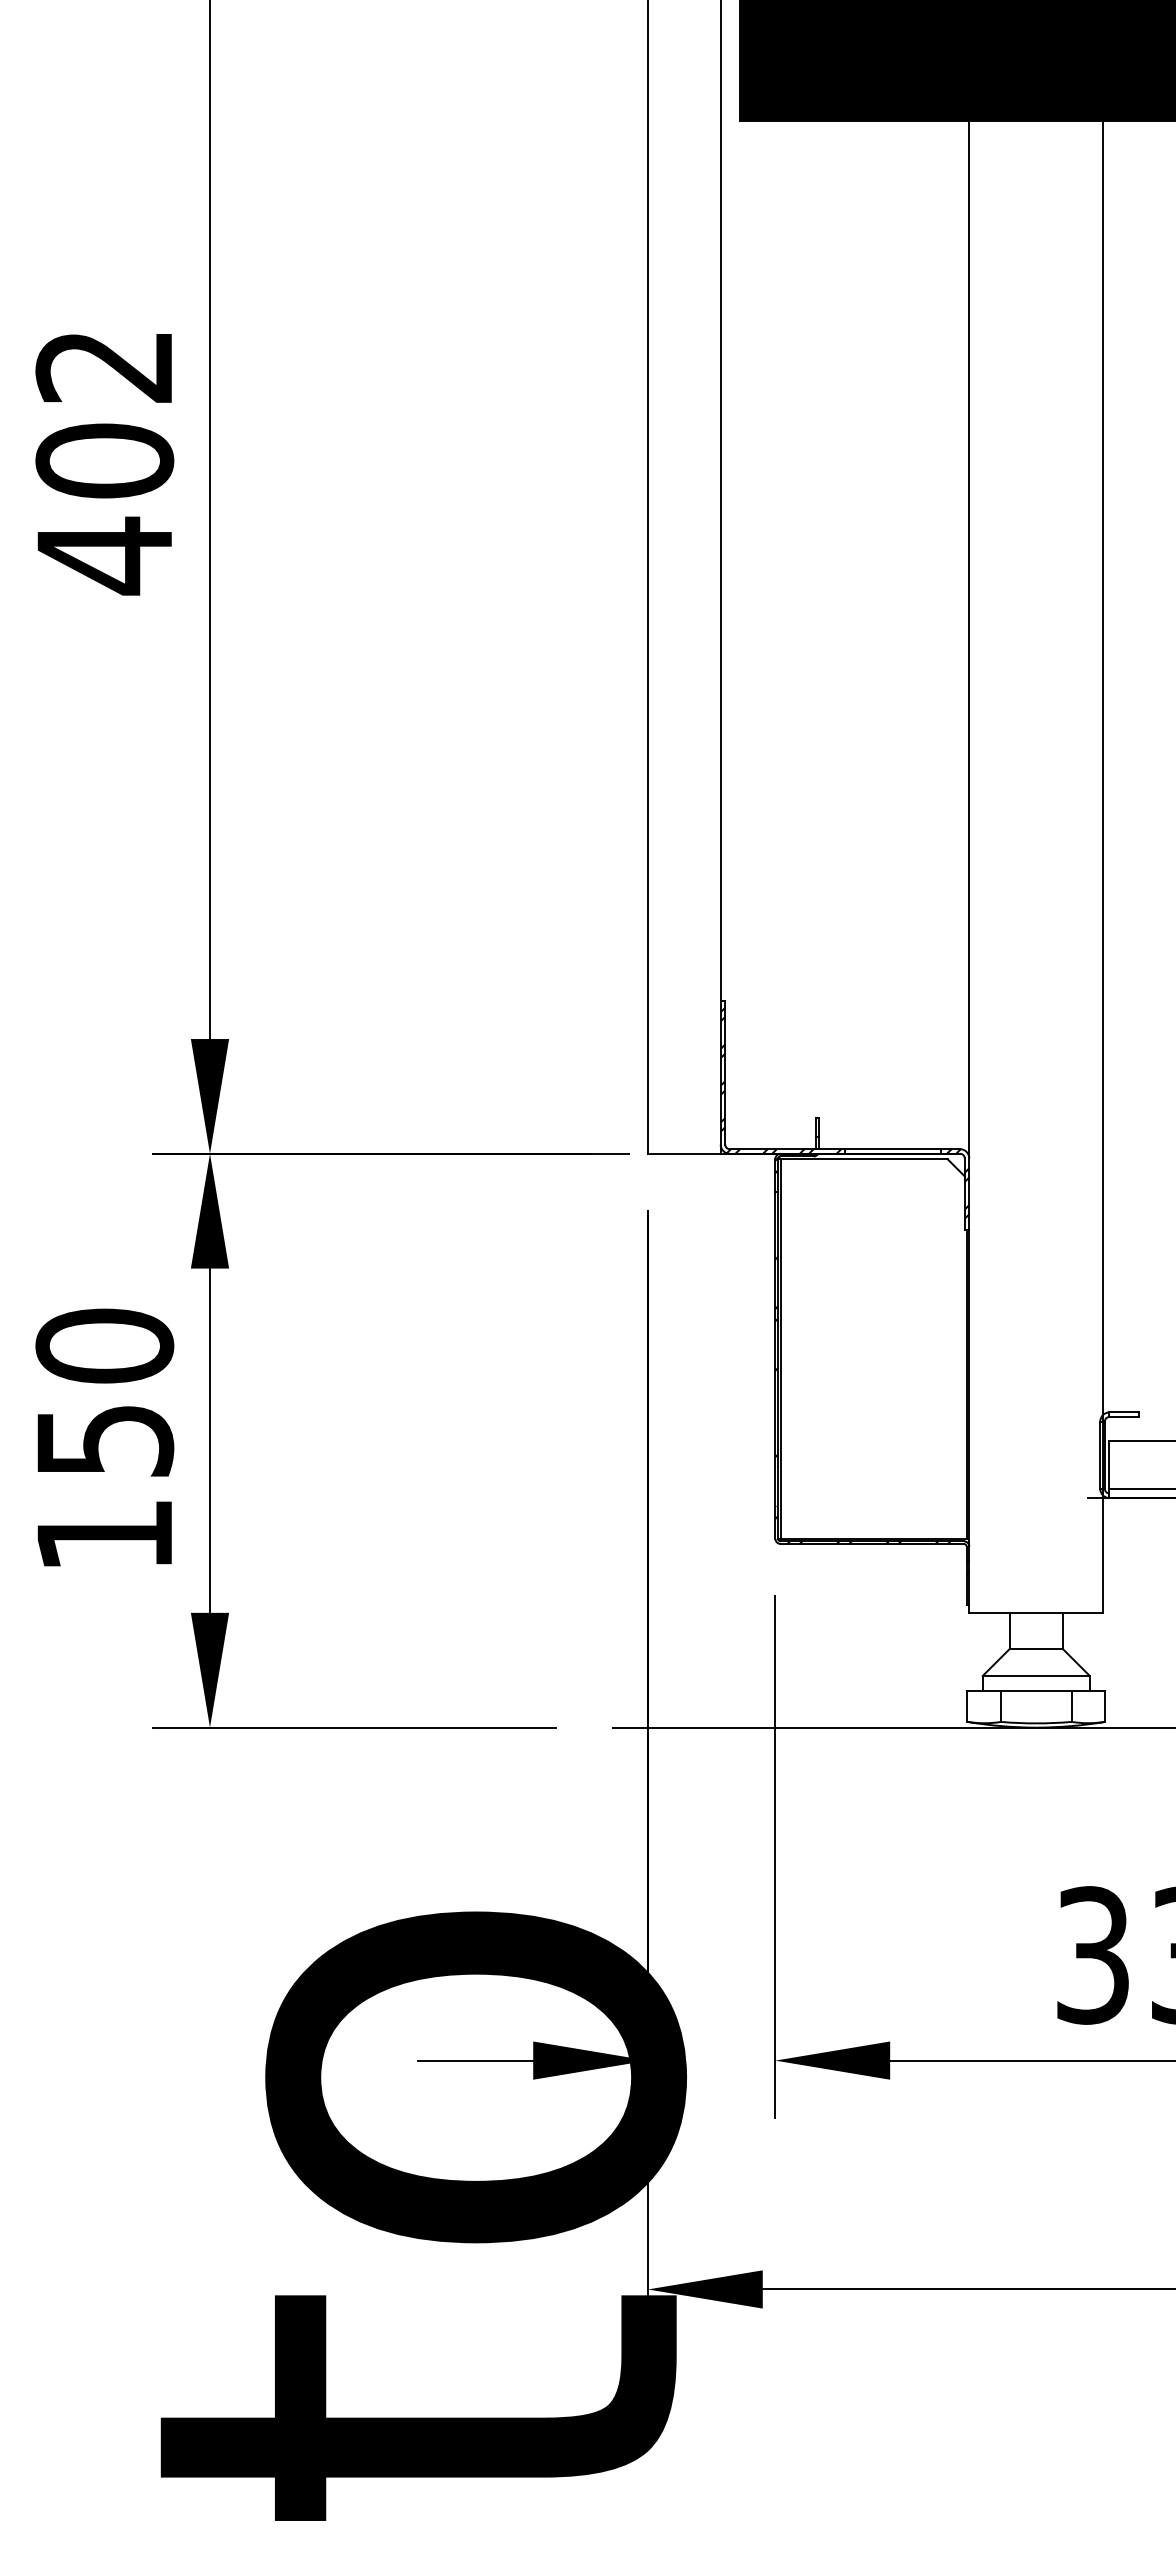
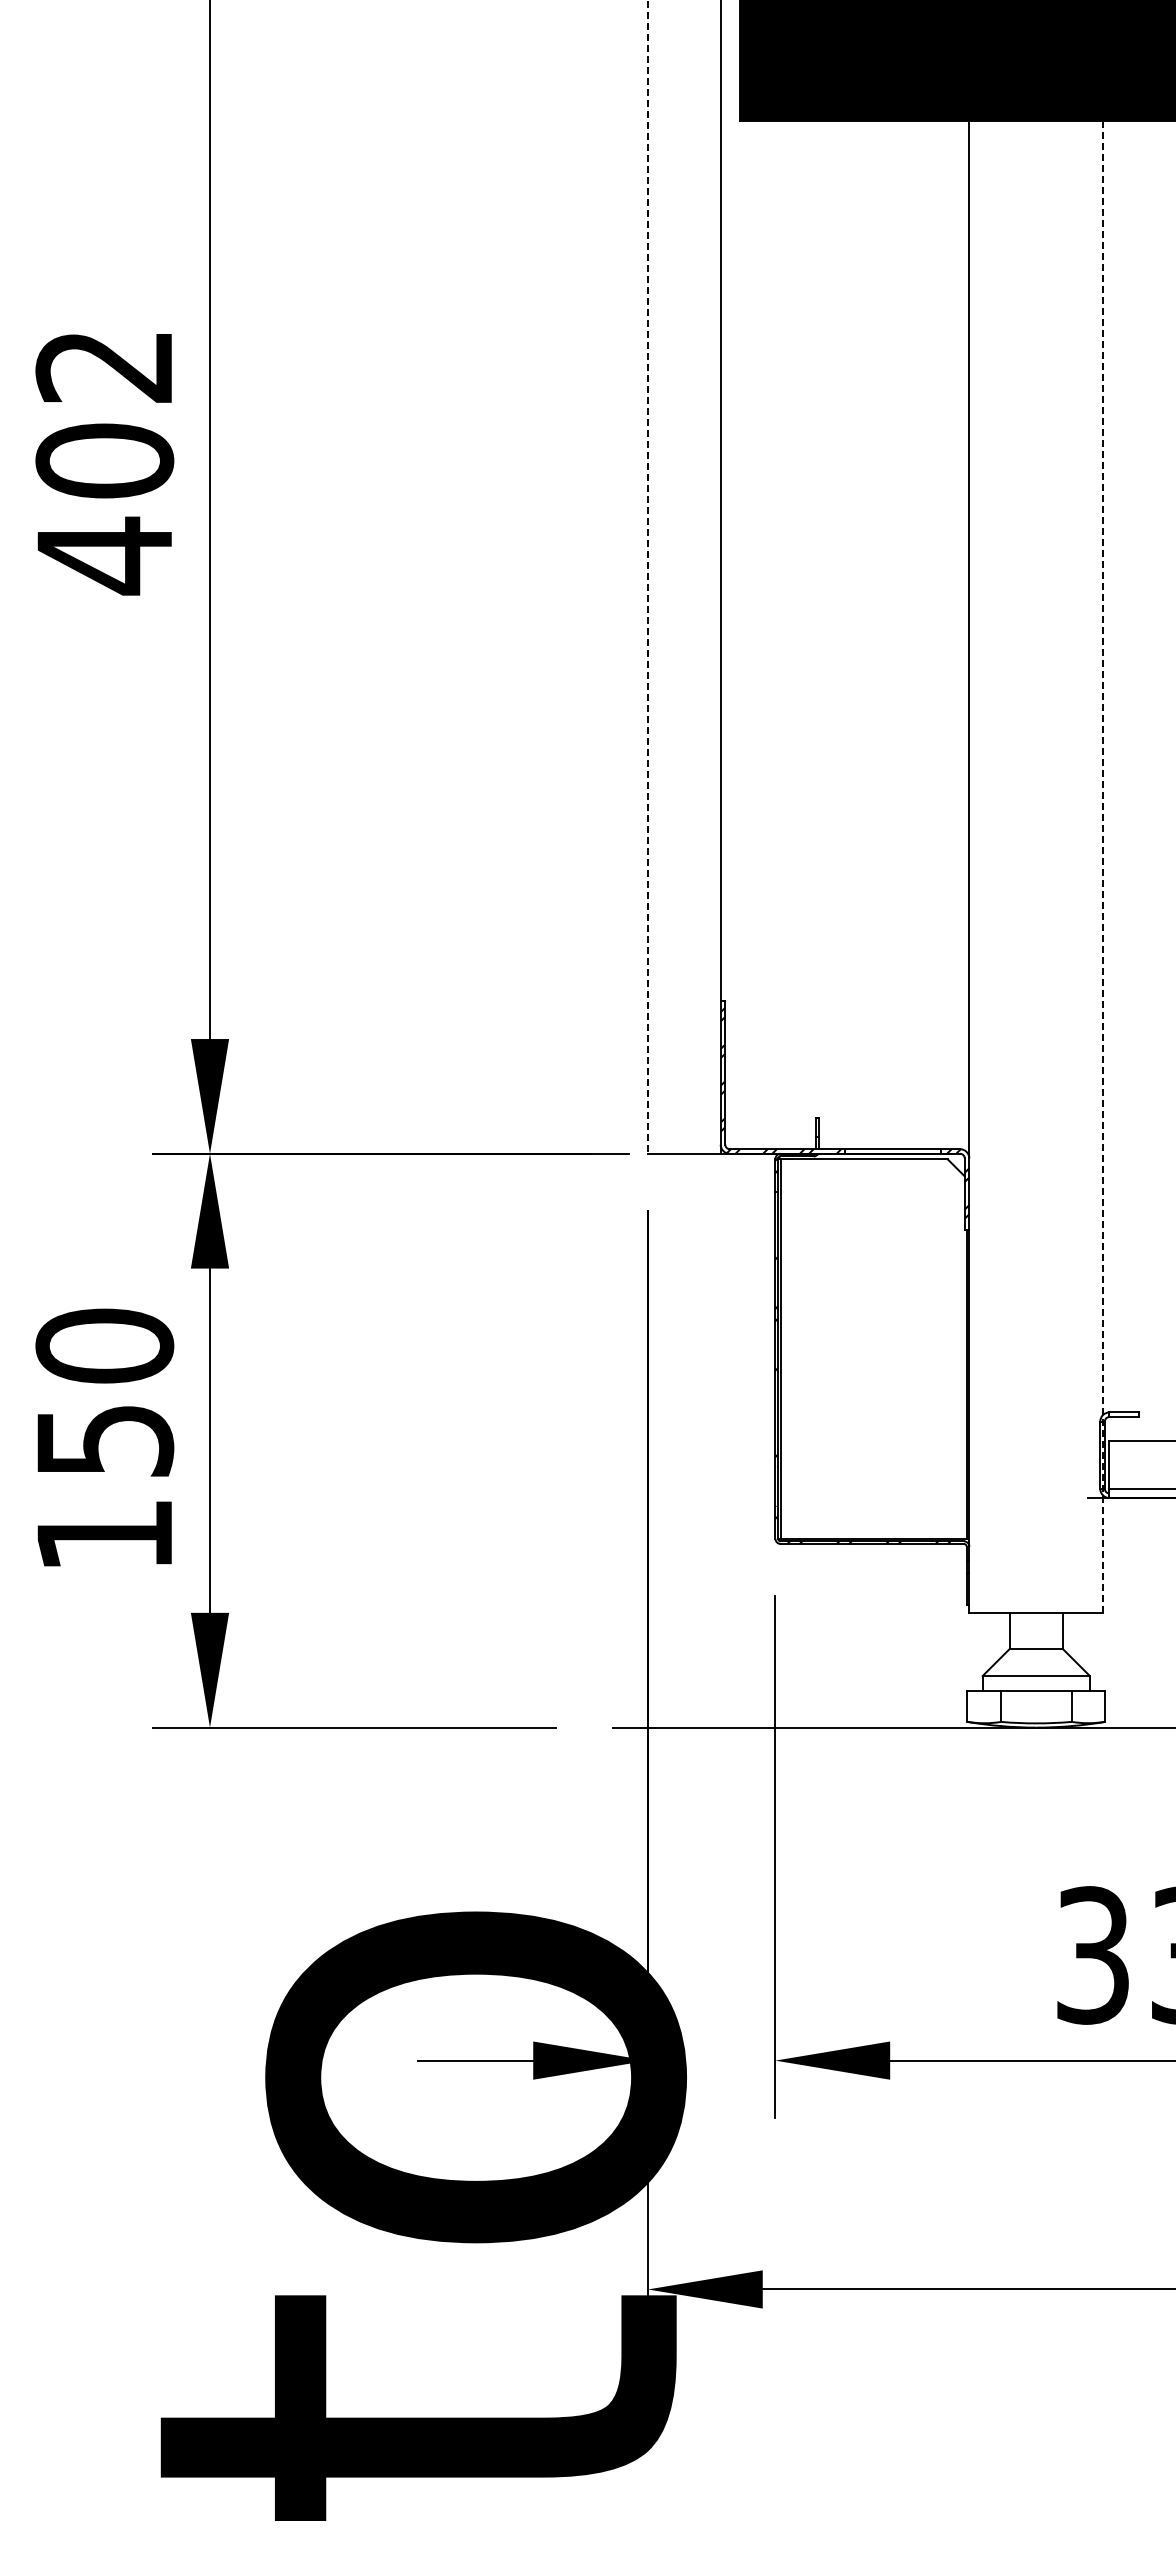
line at (647, 577): solid -> dashed
line at (1103, 866): solid -> dashed
